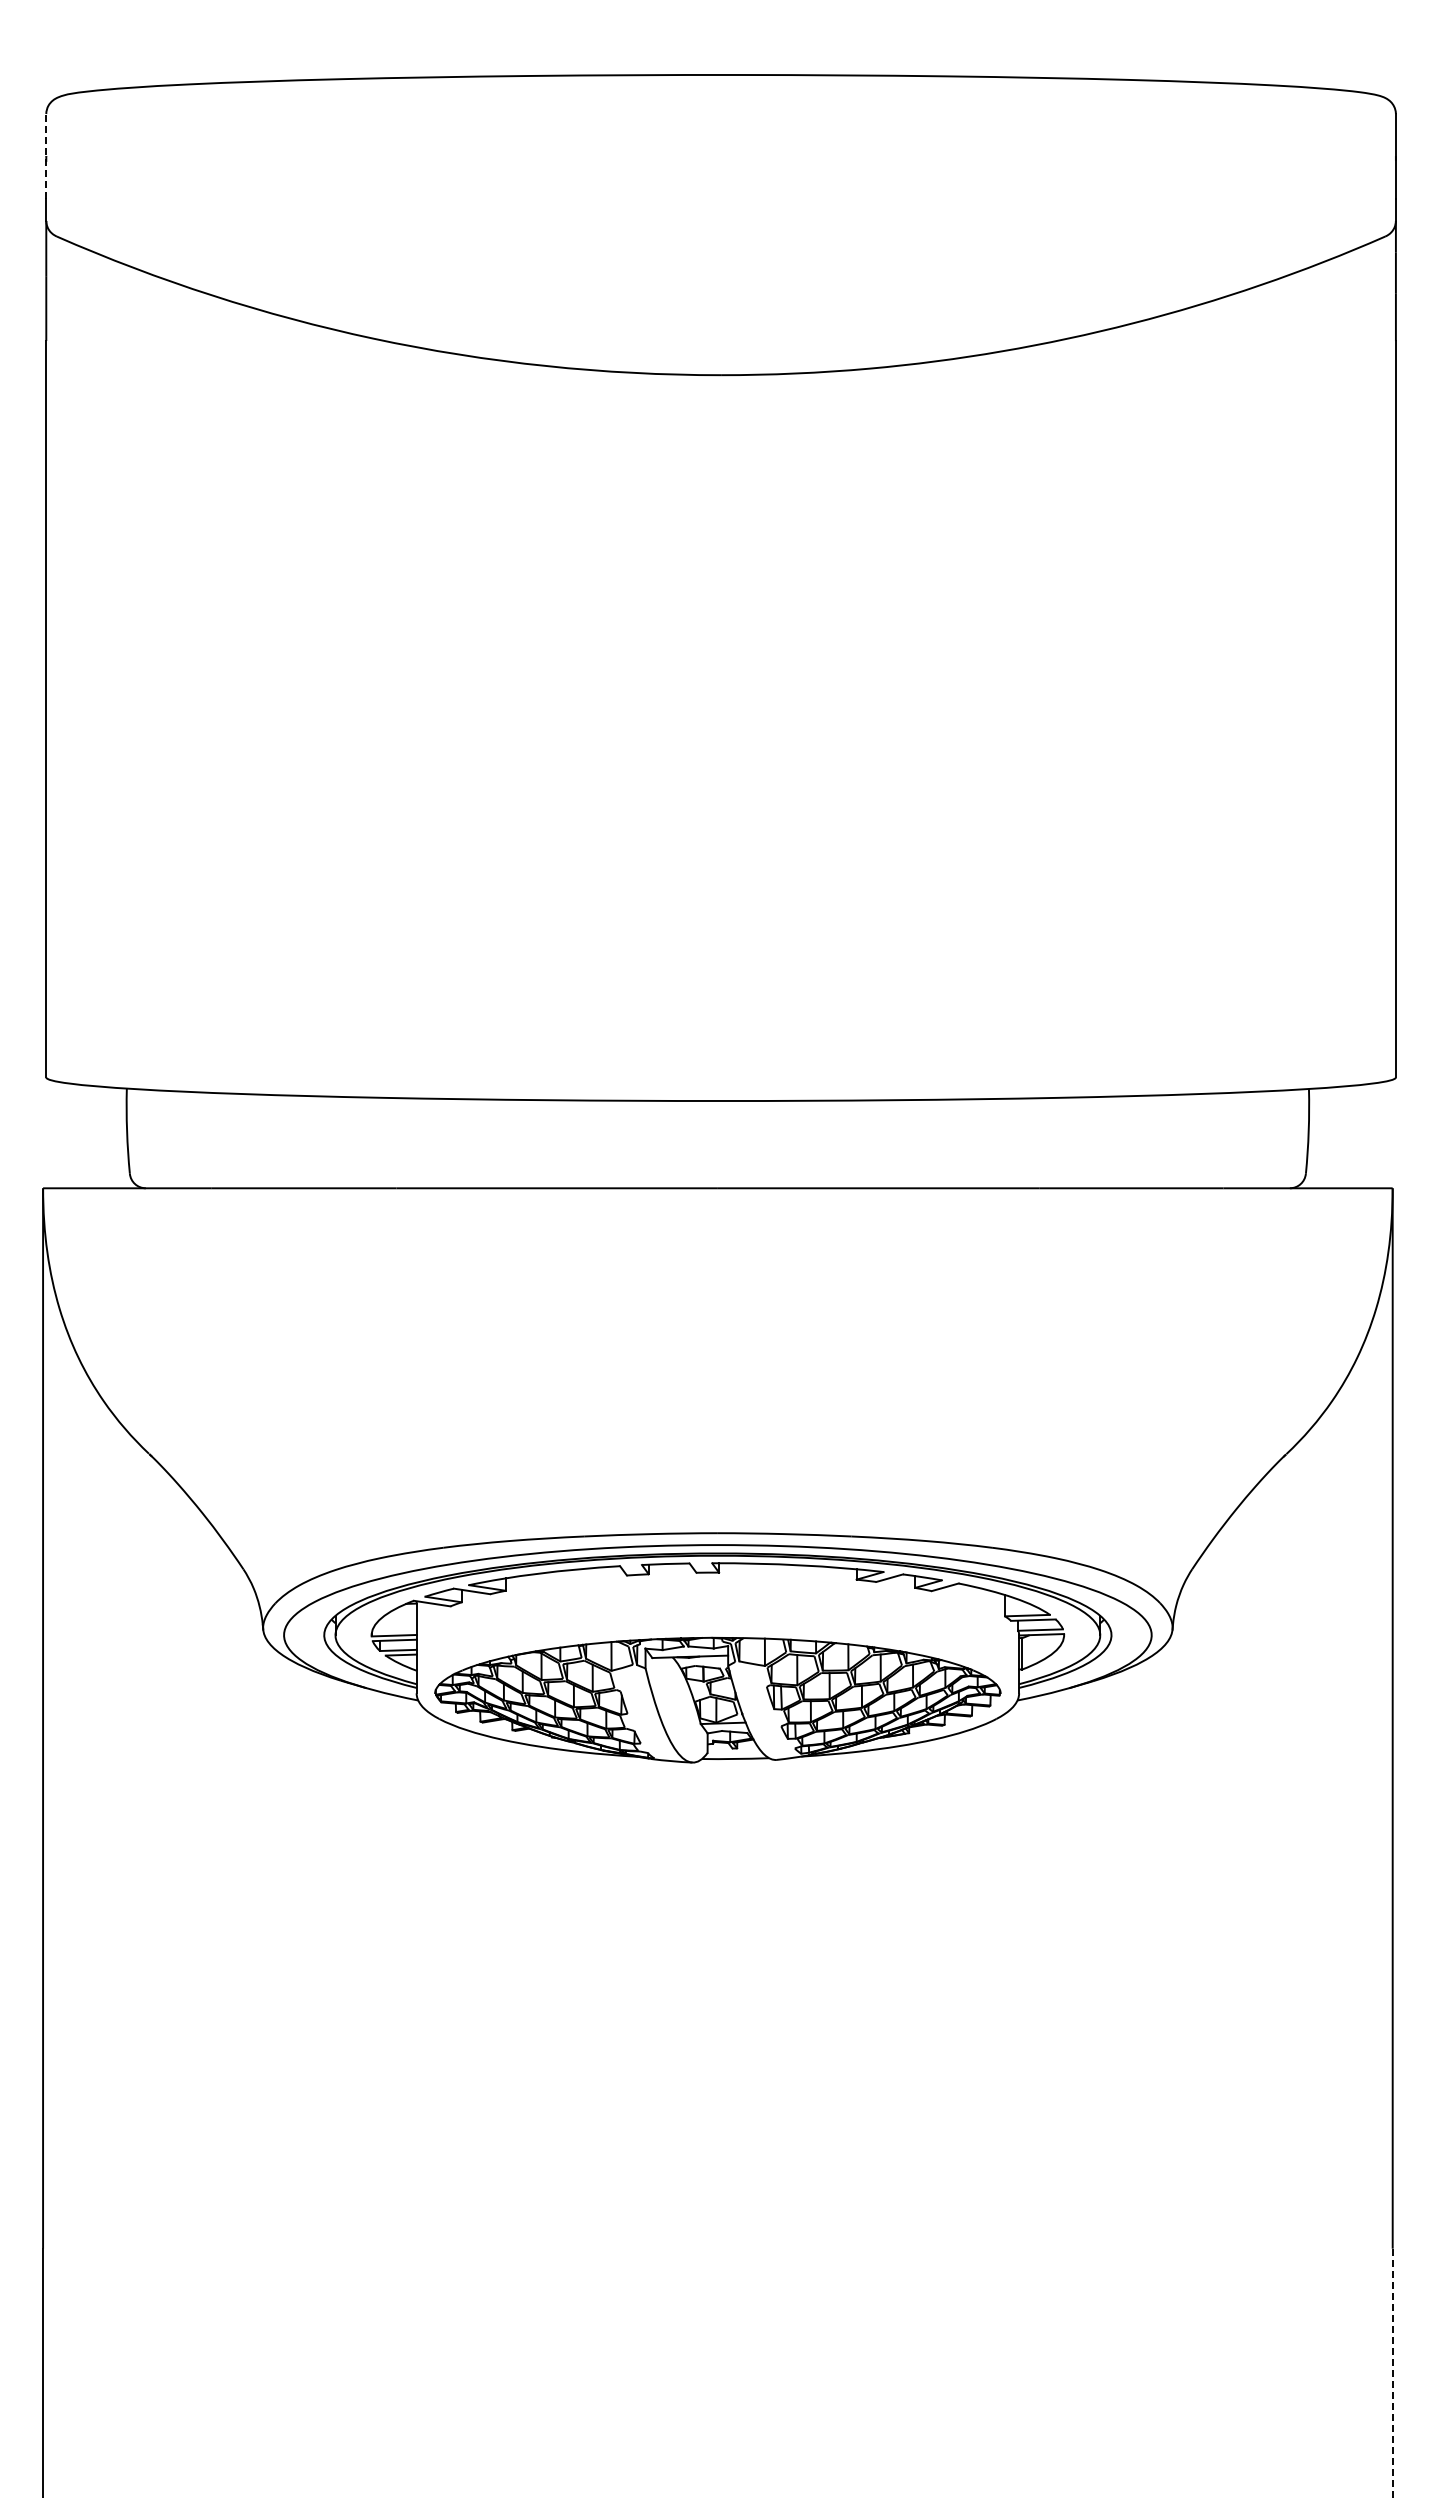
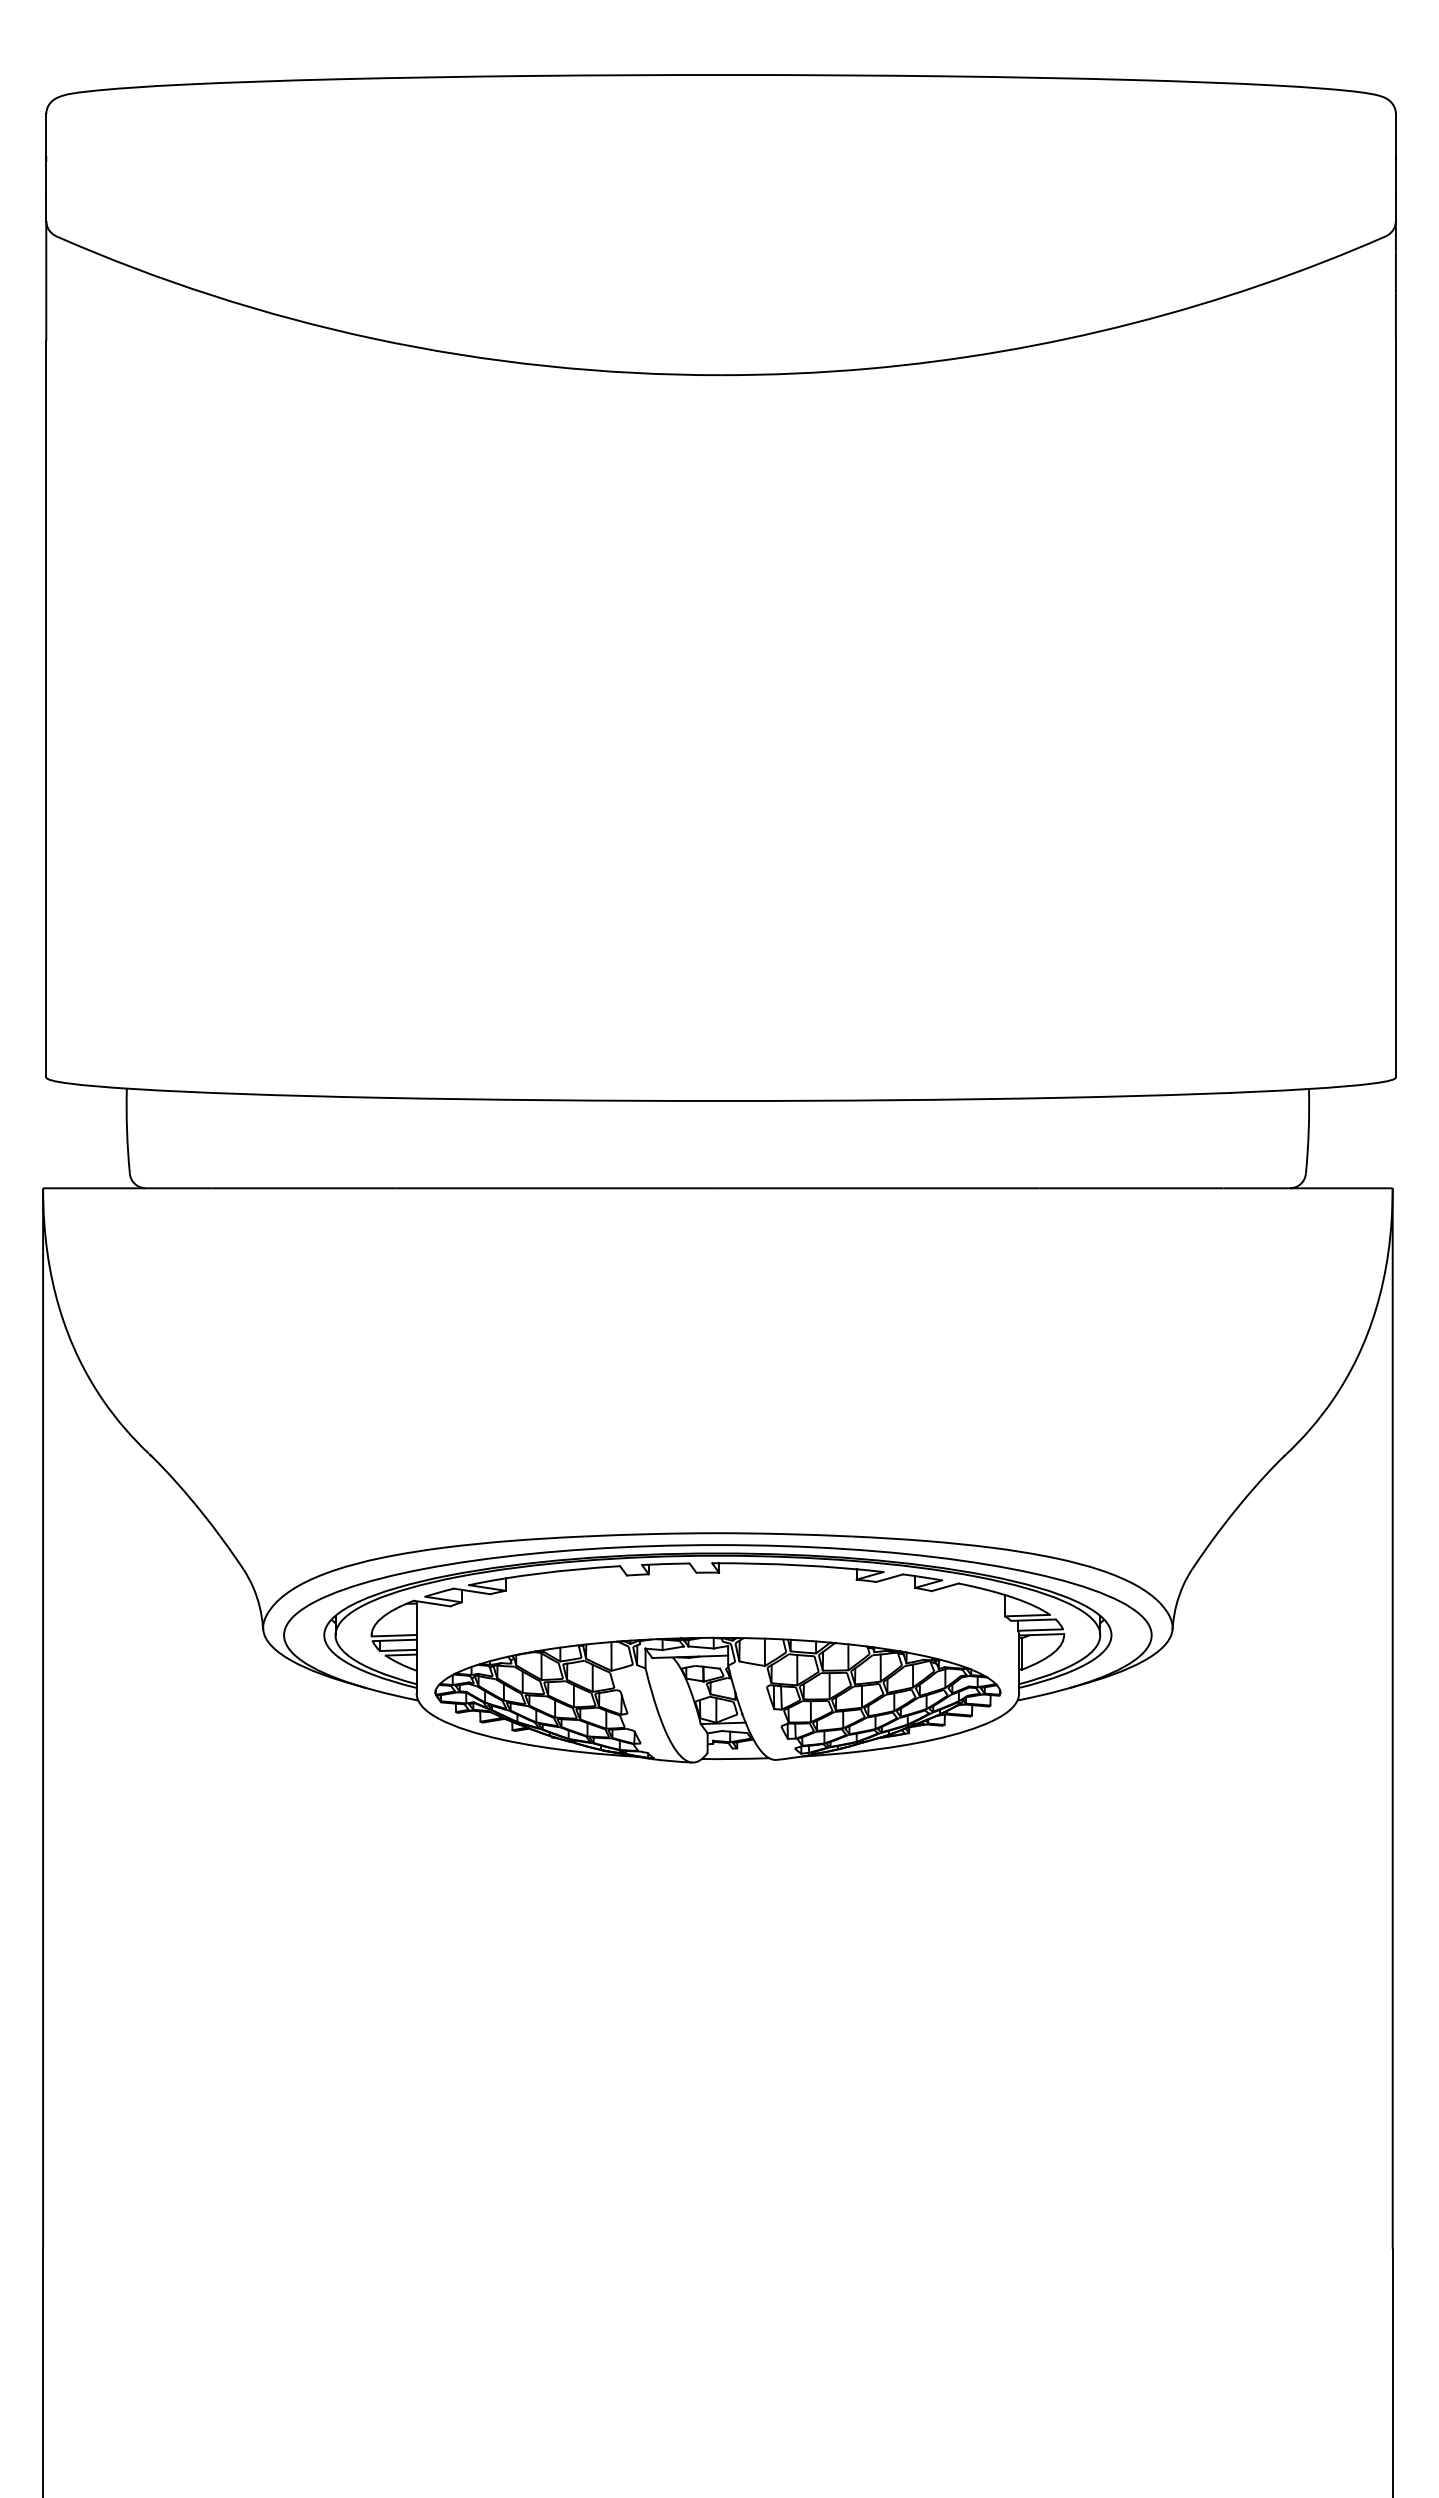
line at (46, 156): dashed -> solid
line at (1392, 2373): dashed -> solid
